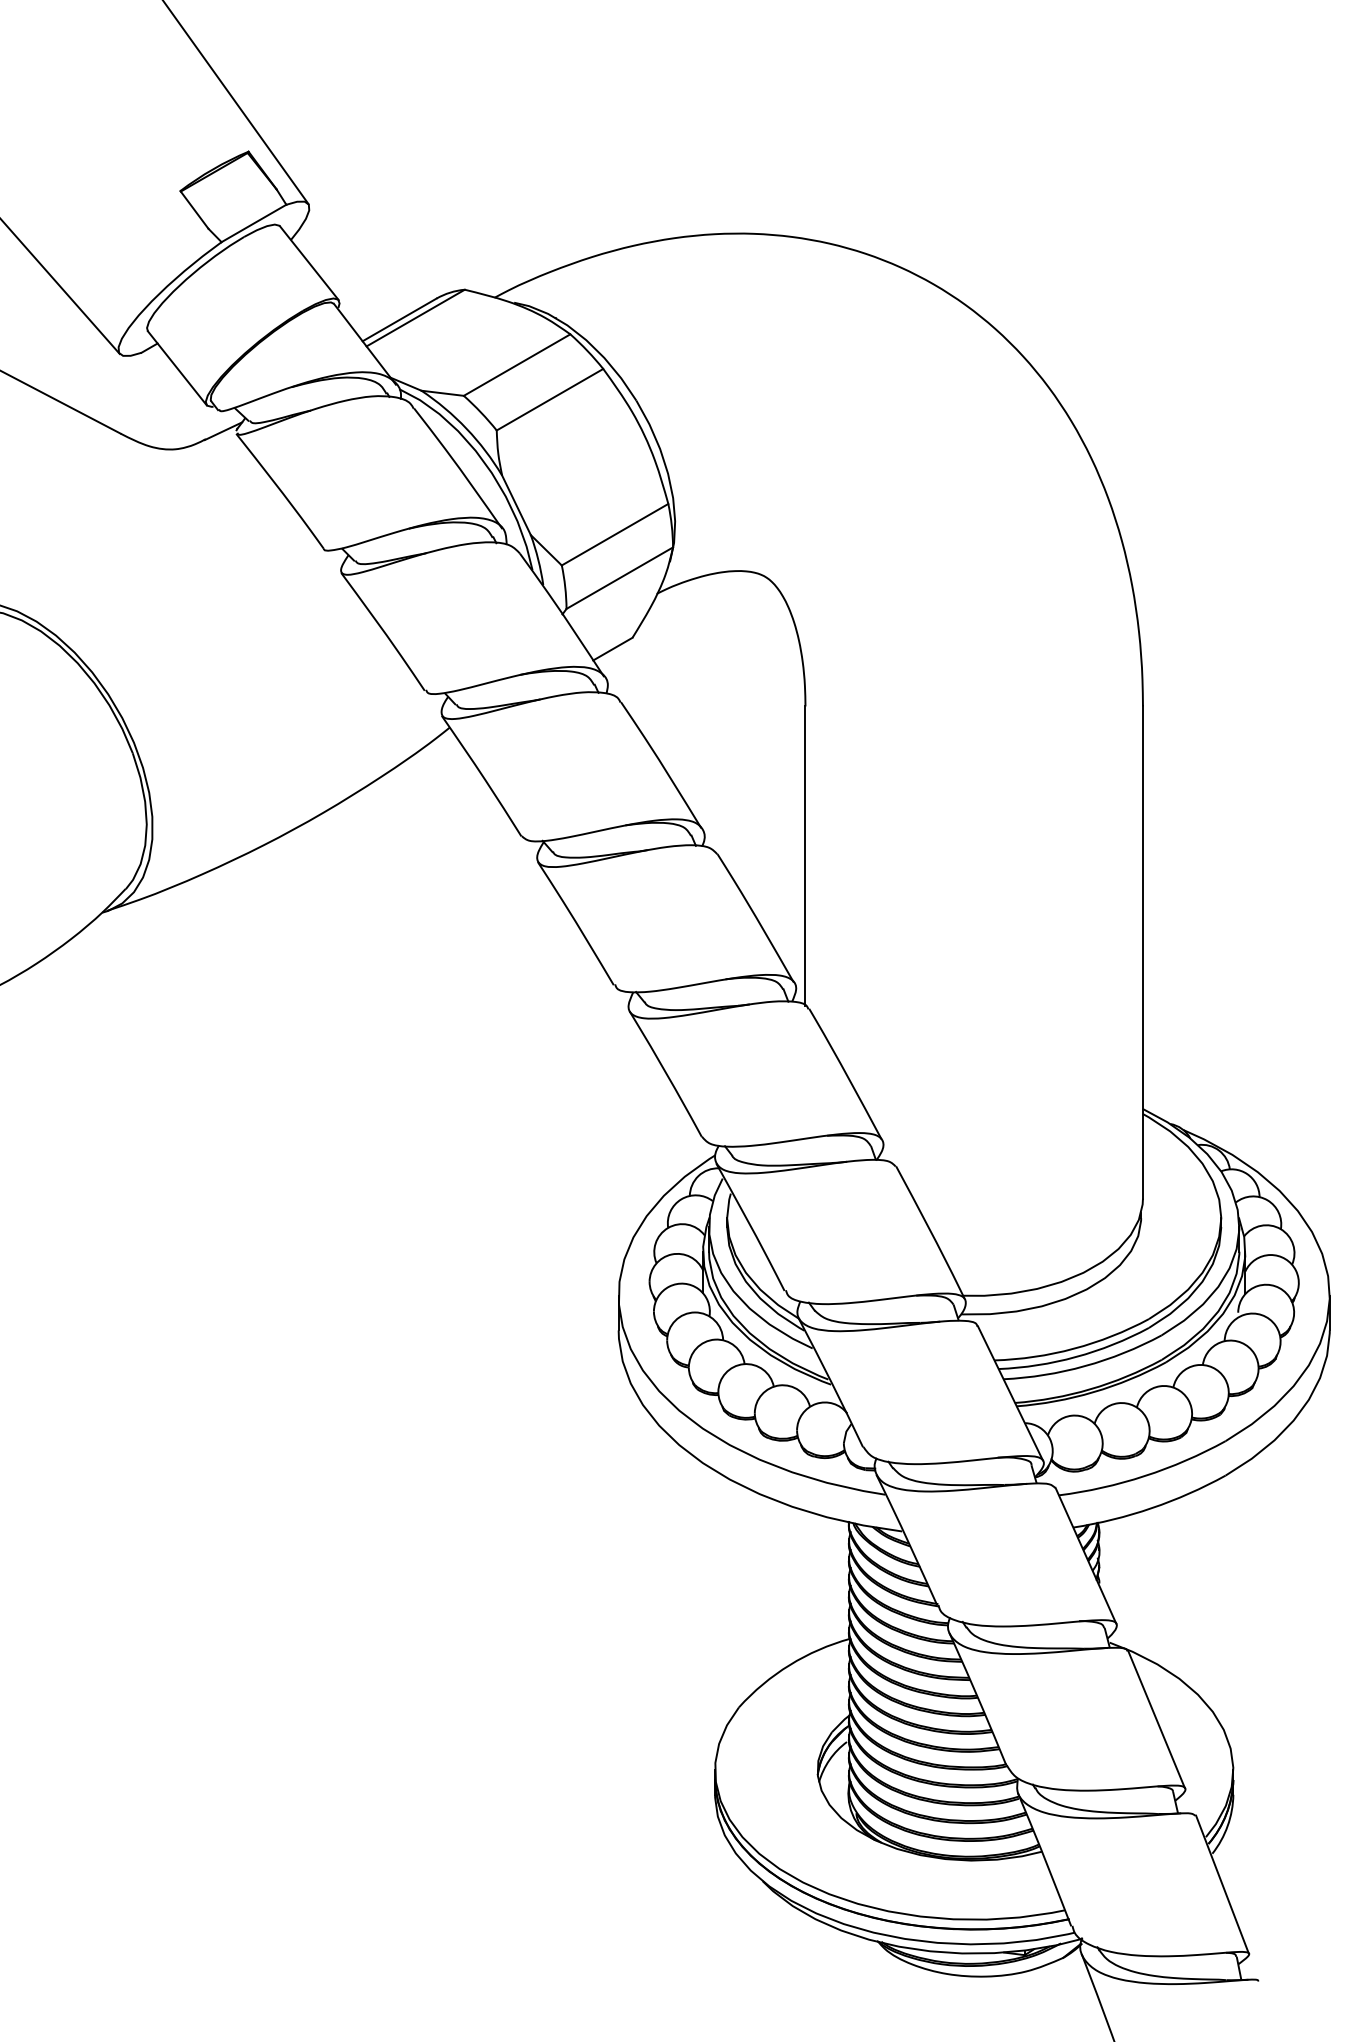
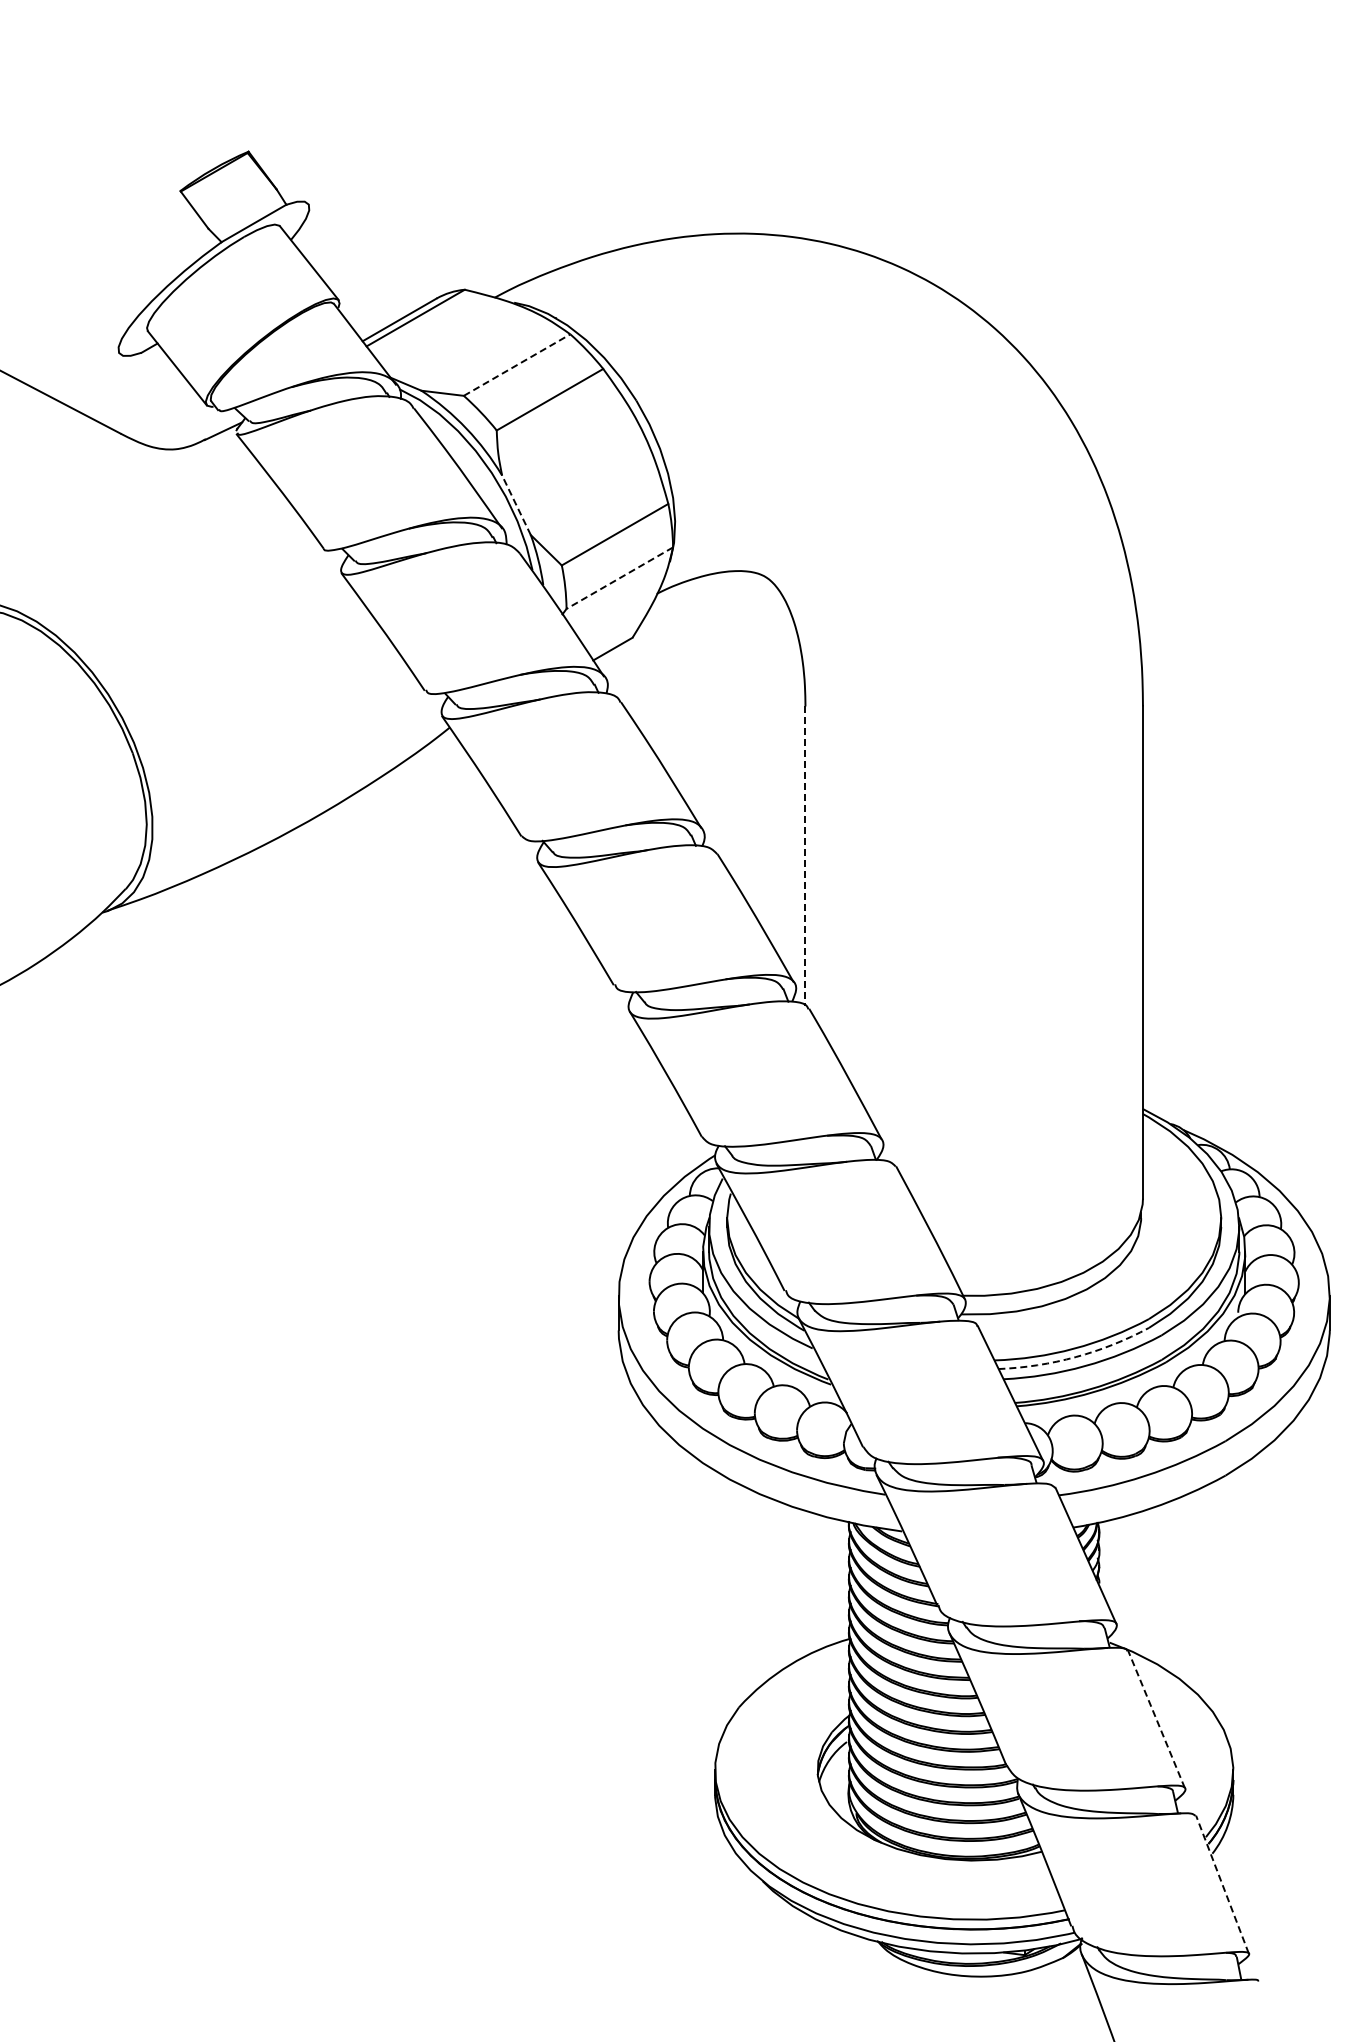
line at (236, 102): present -> none
line at (60, 287): present -> none
line at (517, 365): solid -> dashed
line at (516, 505): solid -> dashed
line at (619, 578): solid -> dashed
line at (805, 856): solid -> dashed
arc at (1075, 1357): solid -> dashed
line at (1156, 1719): solid -> dashed
line at (1222, 1884): solid -> dashed
